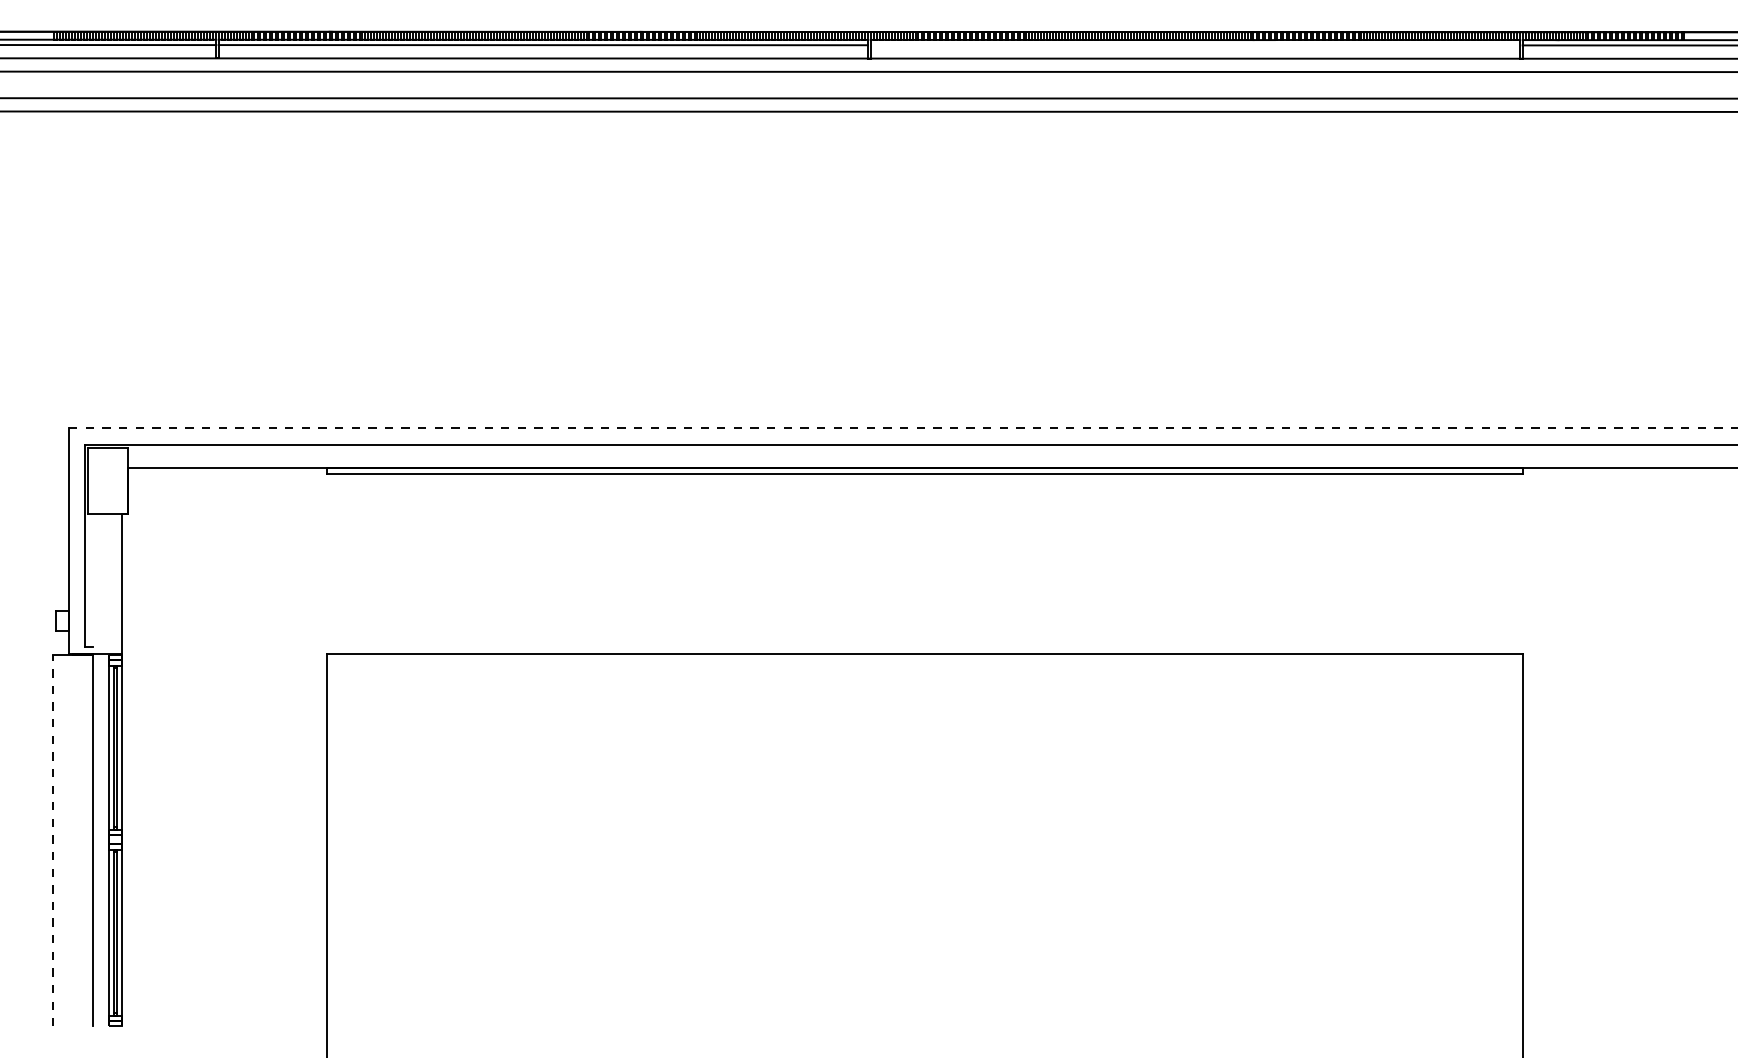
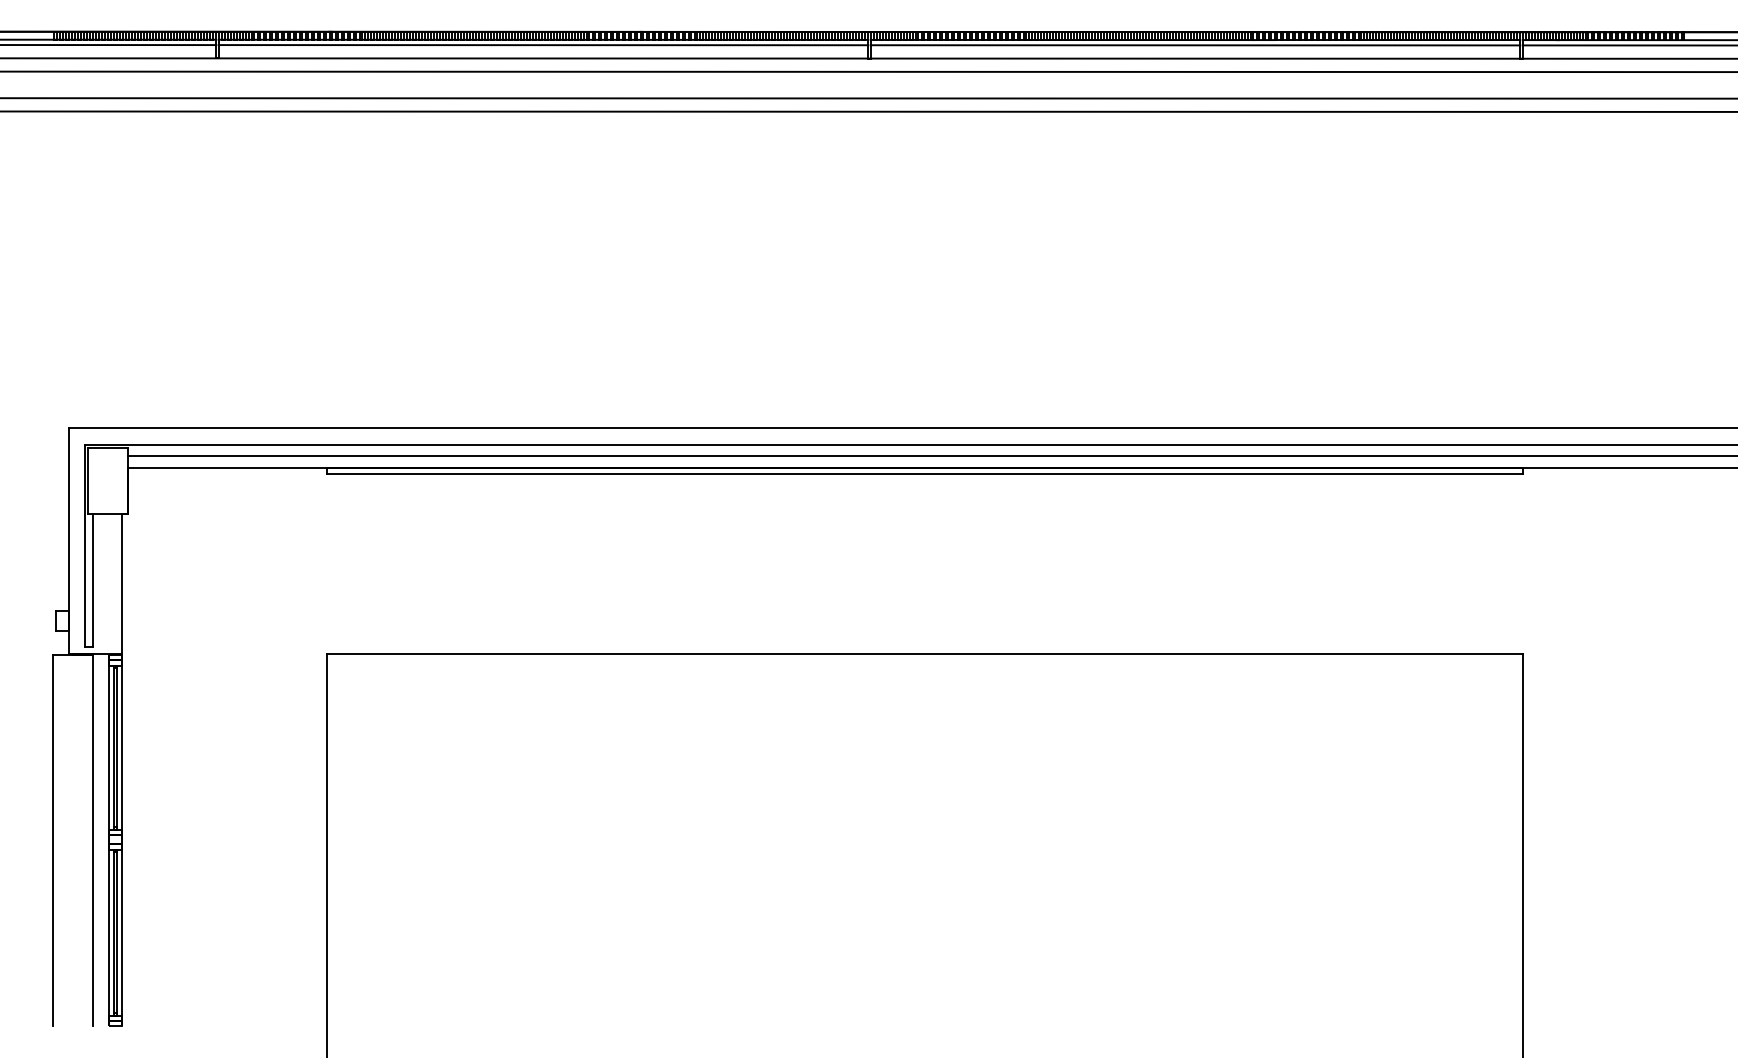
line at (1195, 45): none -> present
line at (903, 427): dashed -> solid
line at (930, 455): none -> present
line at (93, 580): none -> present
line at (53, 840): dashed -> solid
